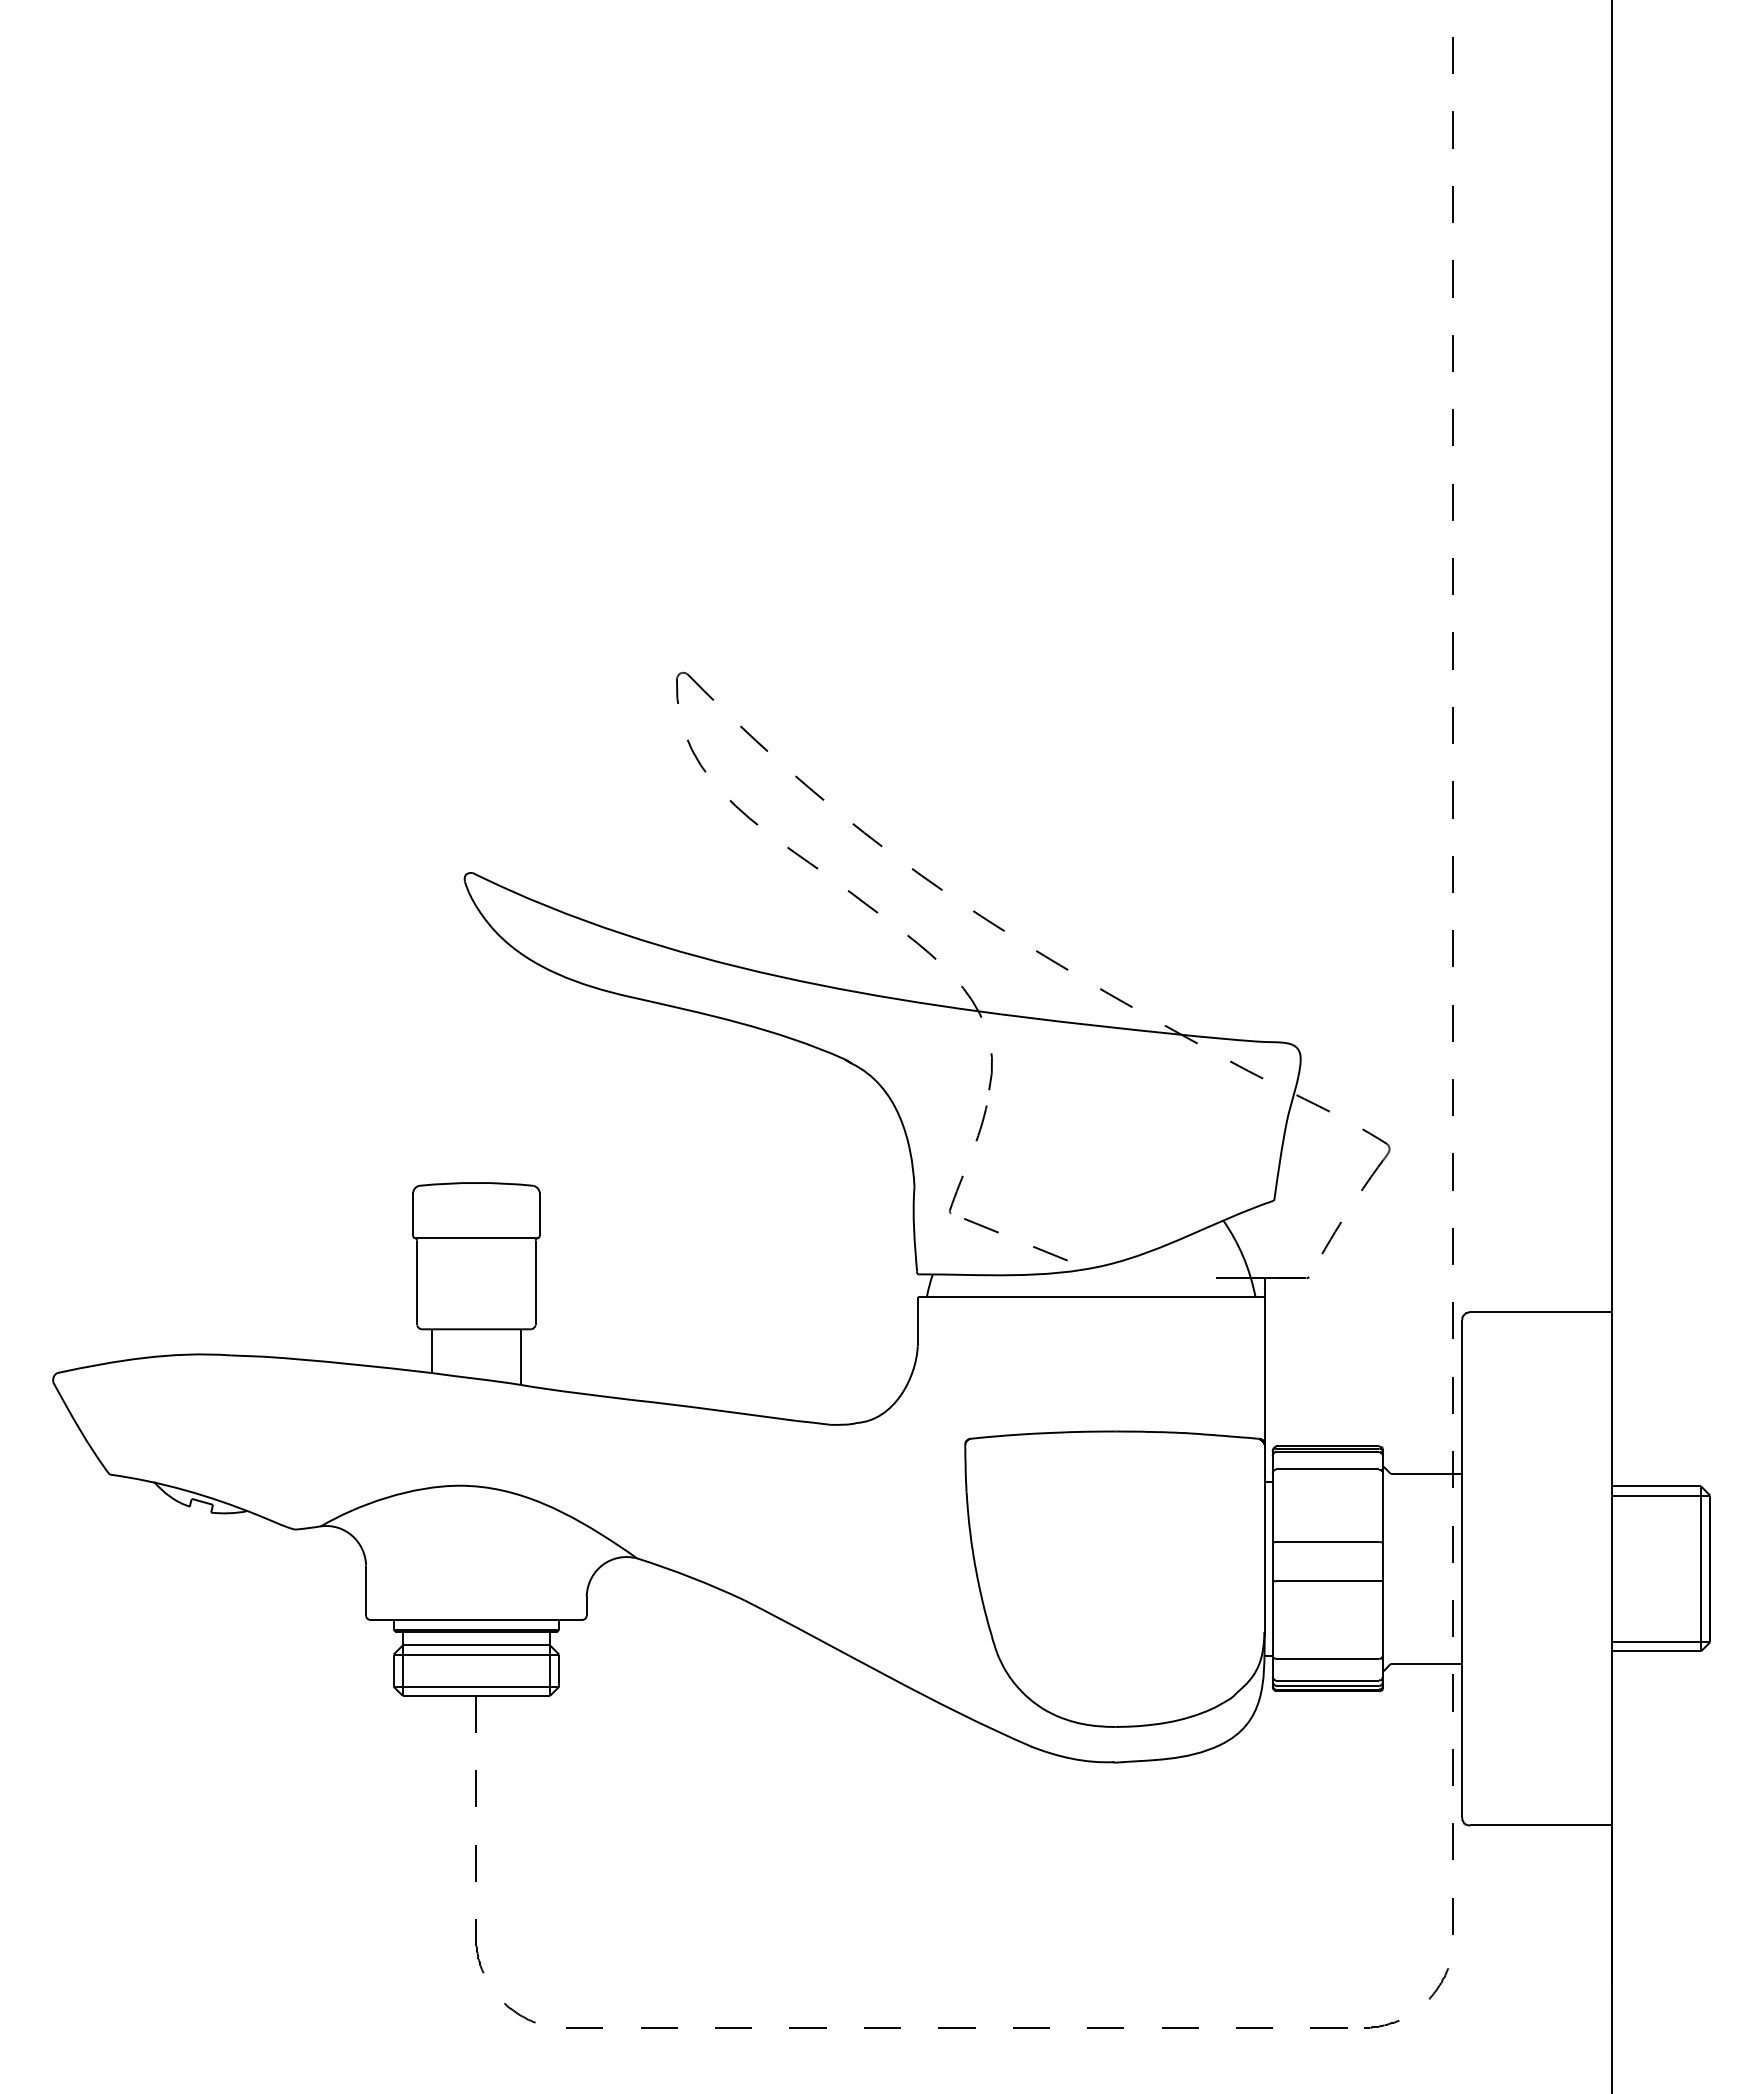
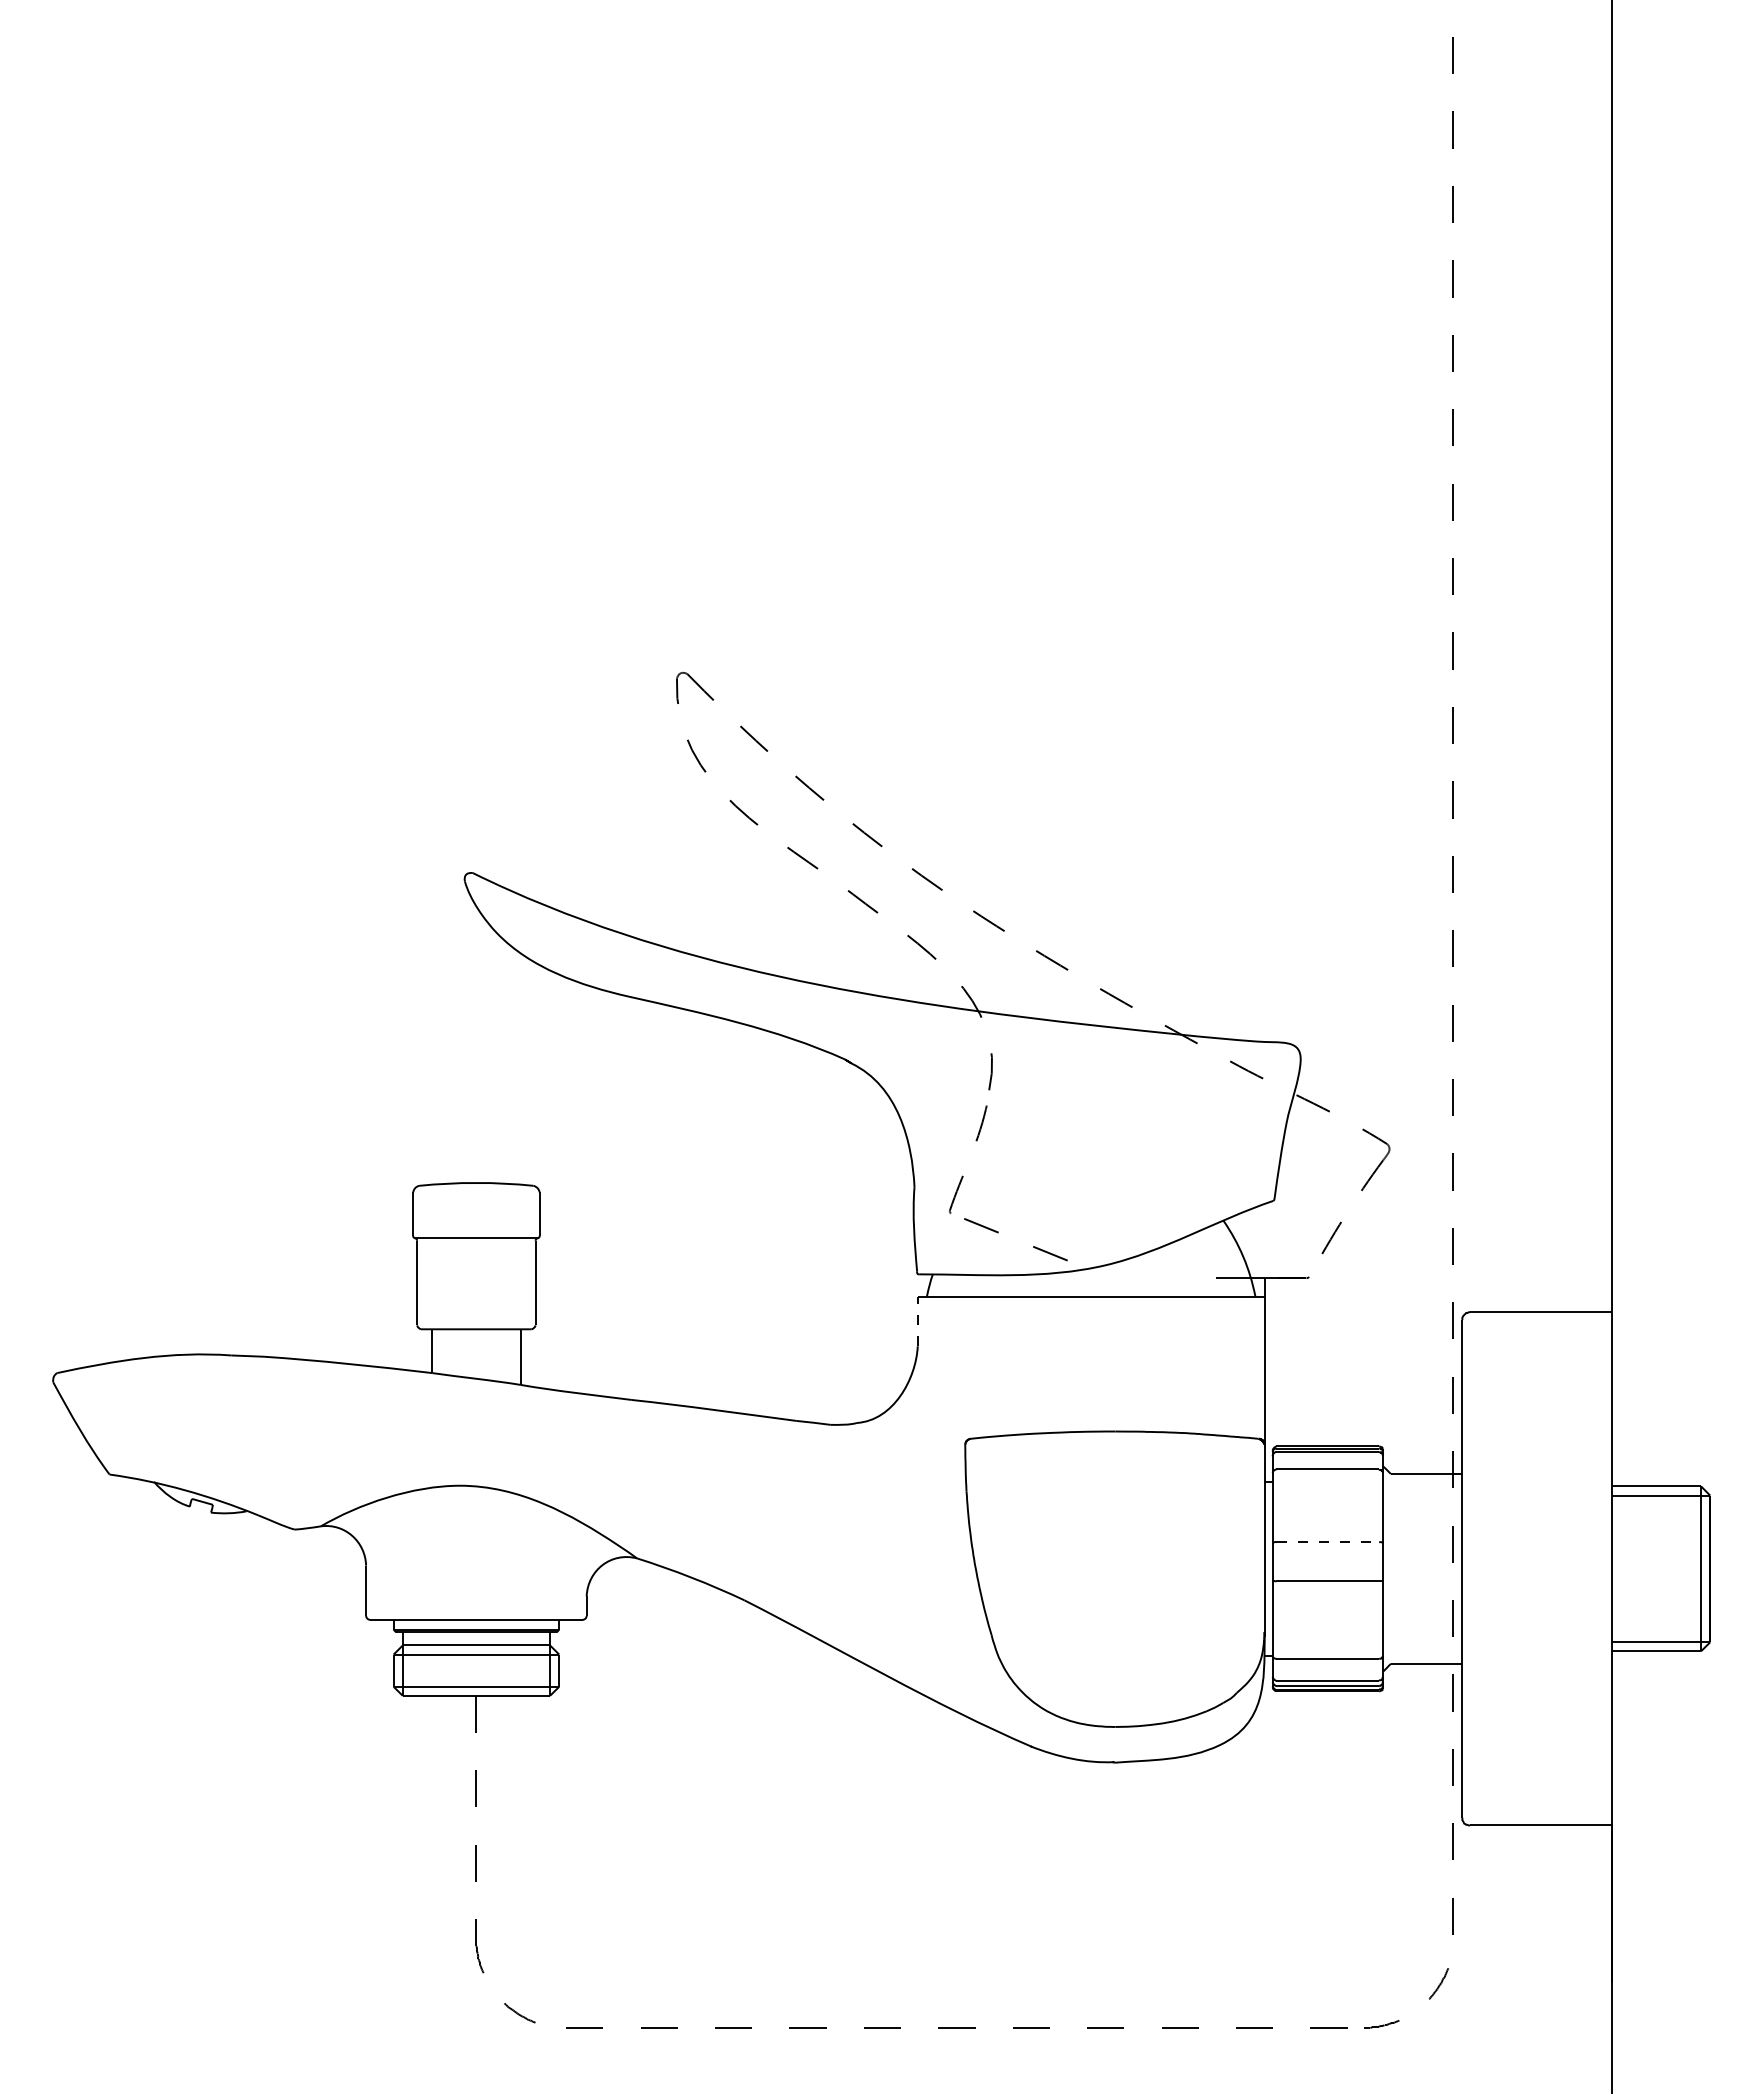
line at (917, 1321): solid -> dashed
line at (1328, 1542): solid -> dashed
